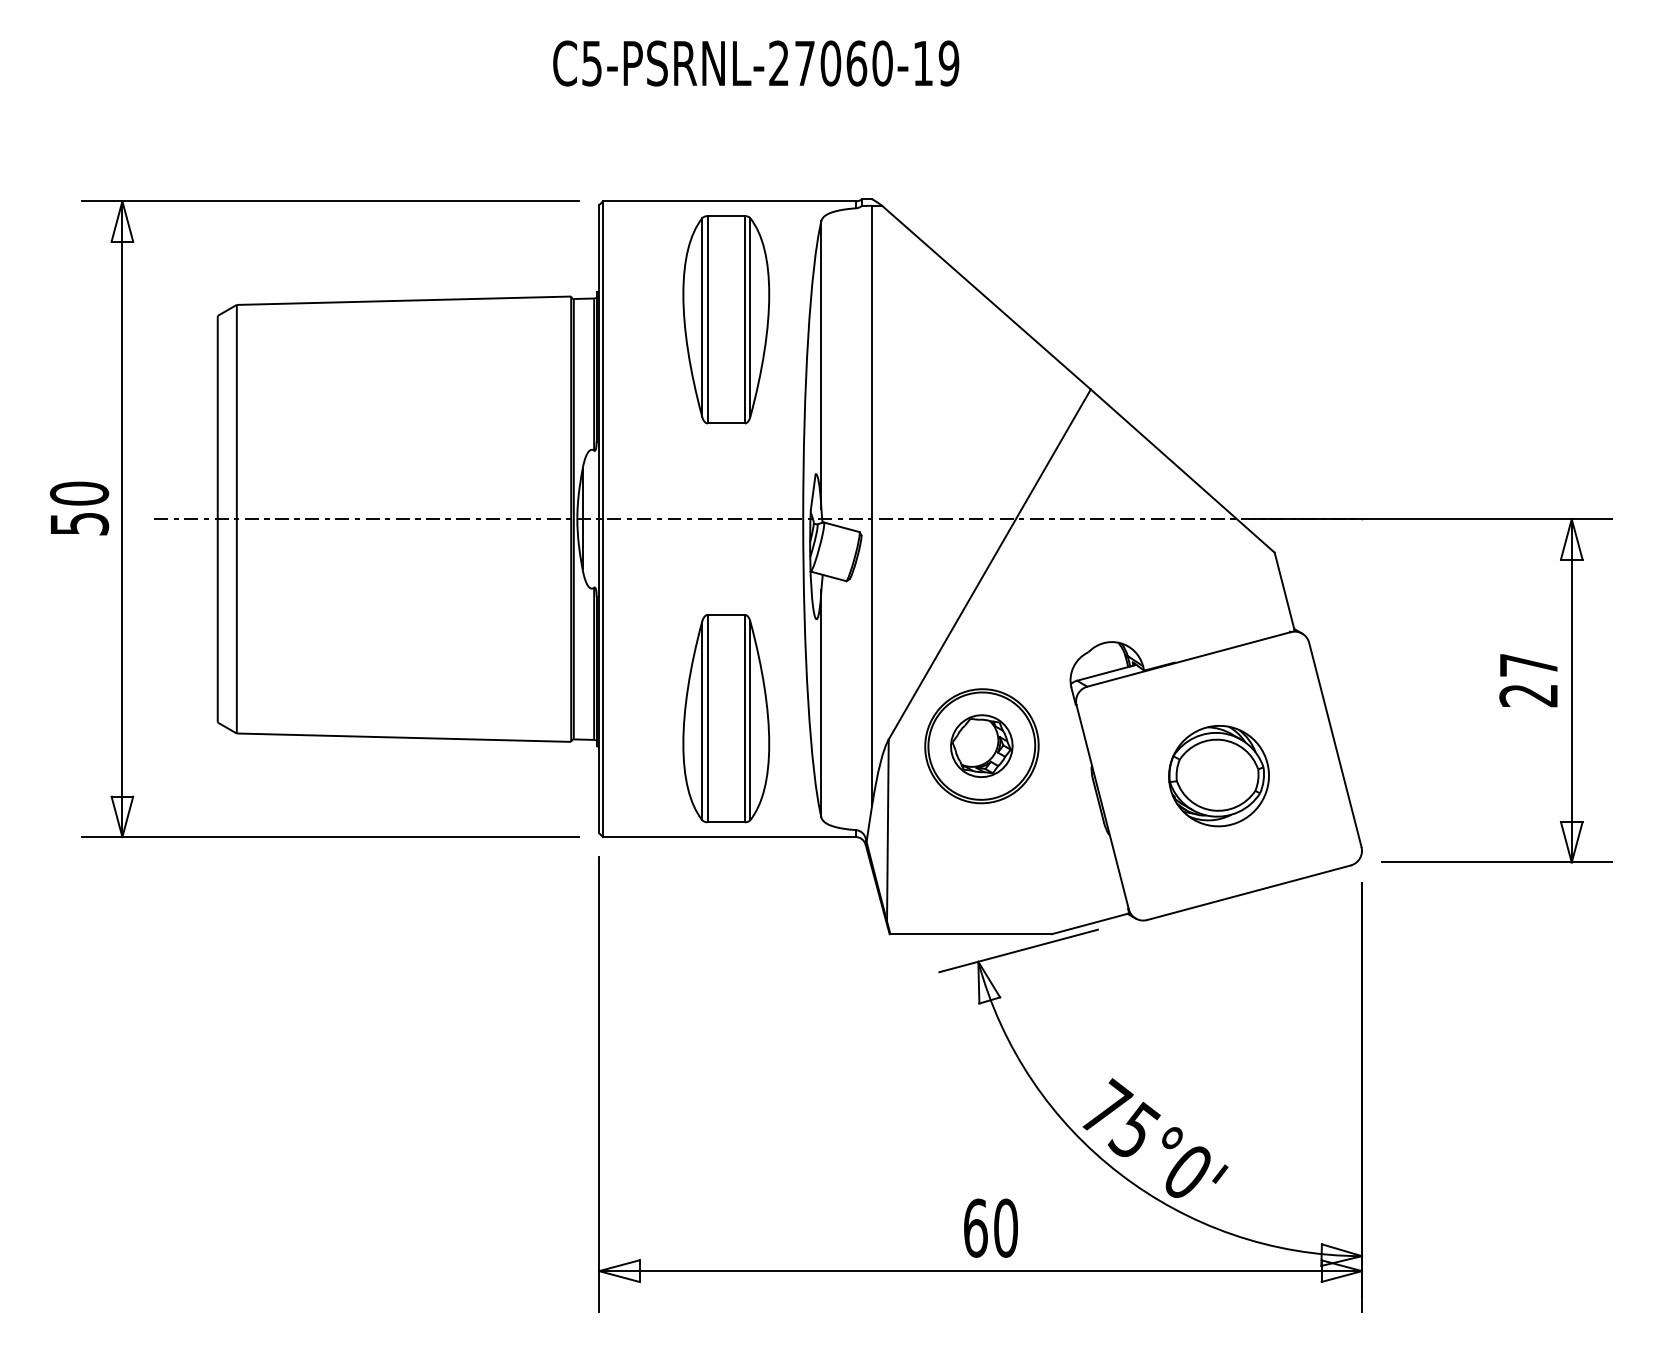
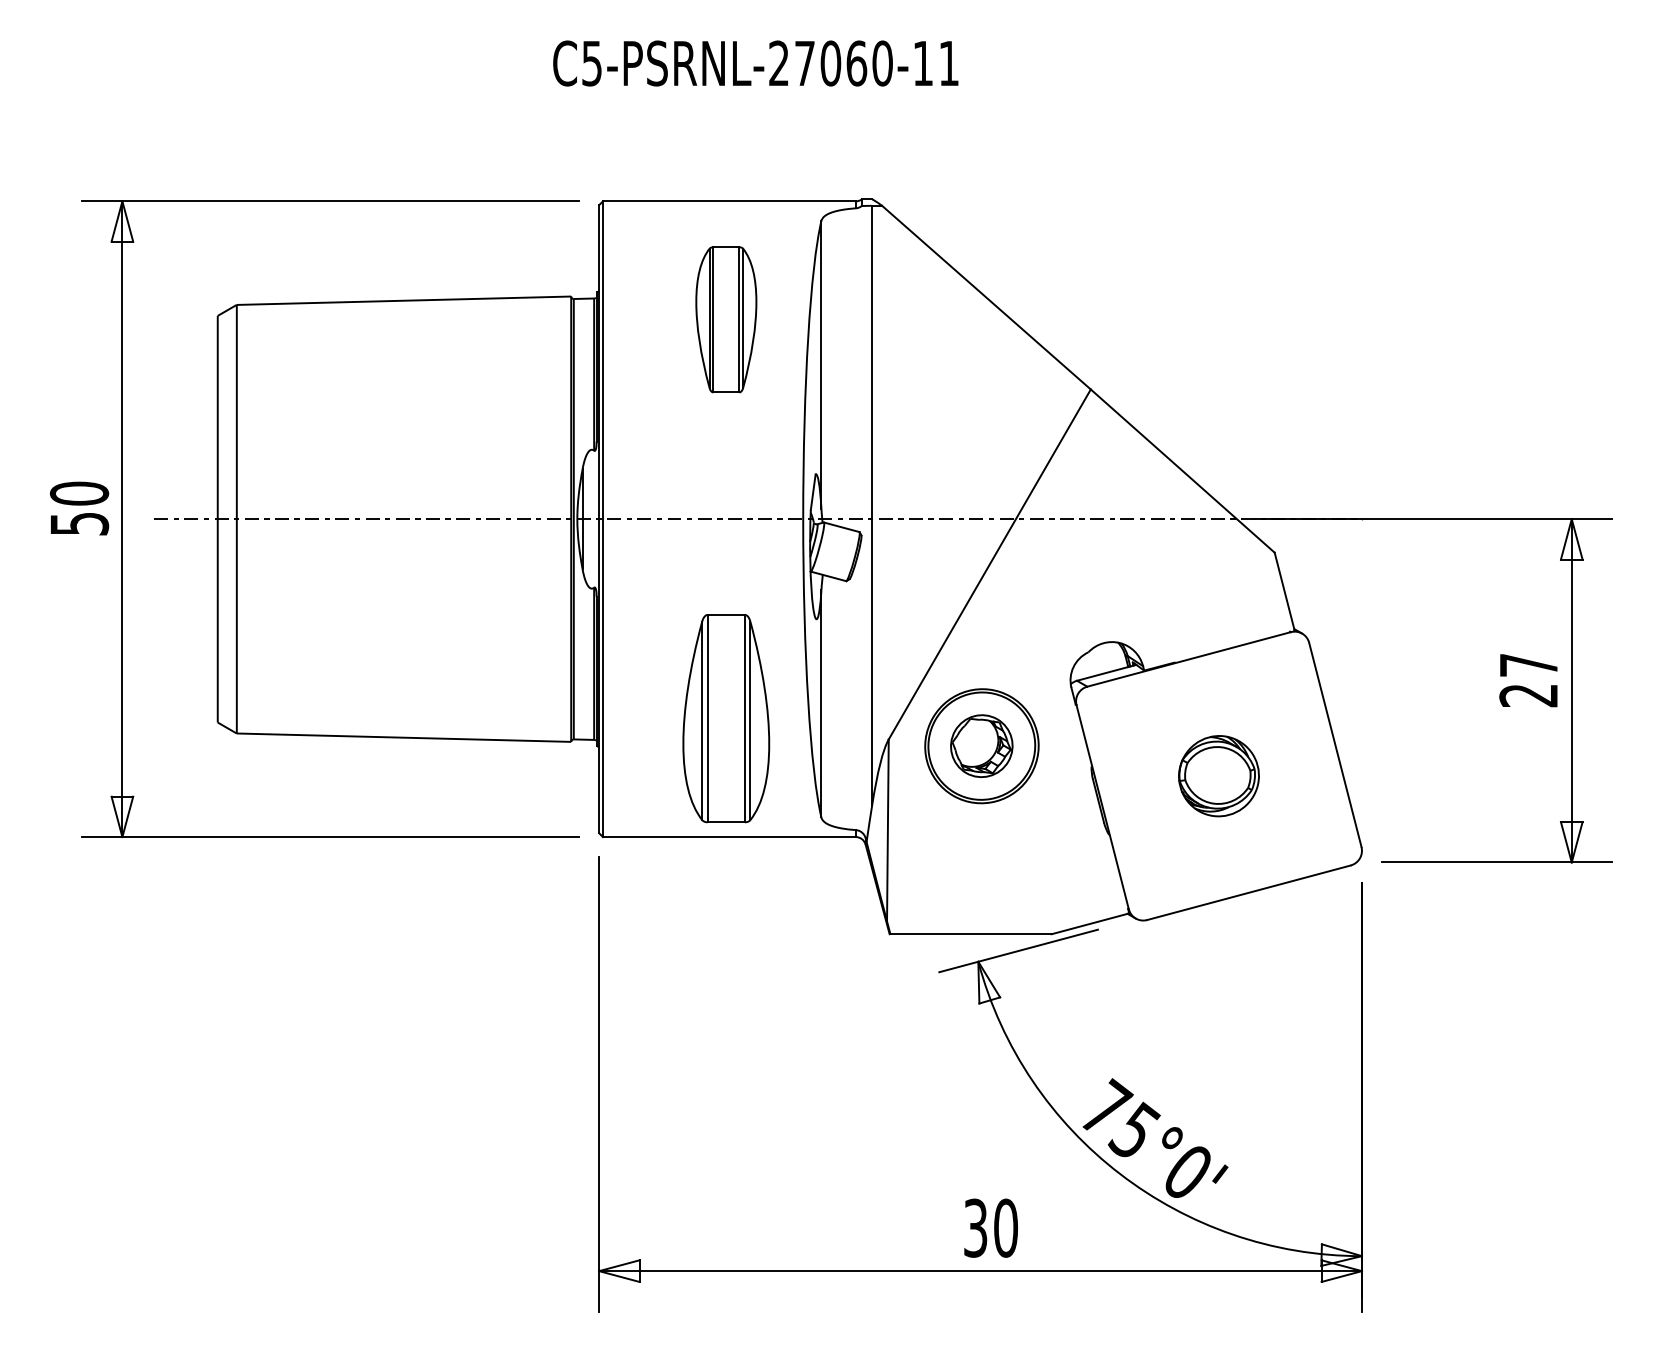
text at (948, 63): C5-PSRNL-27060-19 -> C5-PSRNL-27060-11
part at (726, 319) size: 89x210 px -> 63x148 px
part at (1218, 776) size: 102x103 px -> 82x83 px
text at (975, 1227): 60 -> 30
